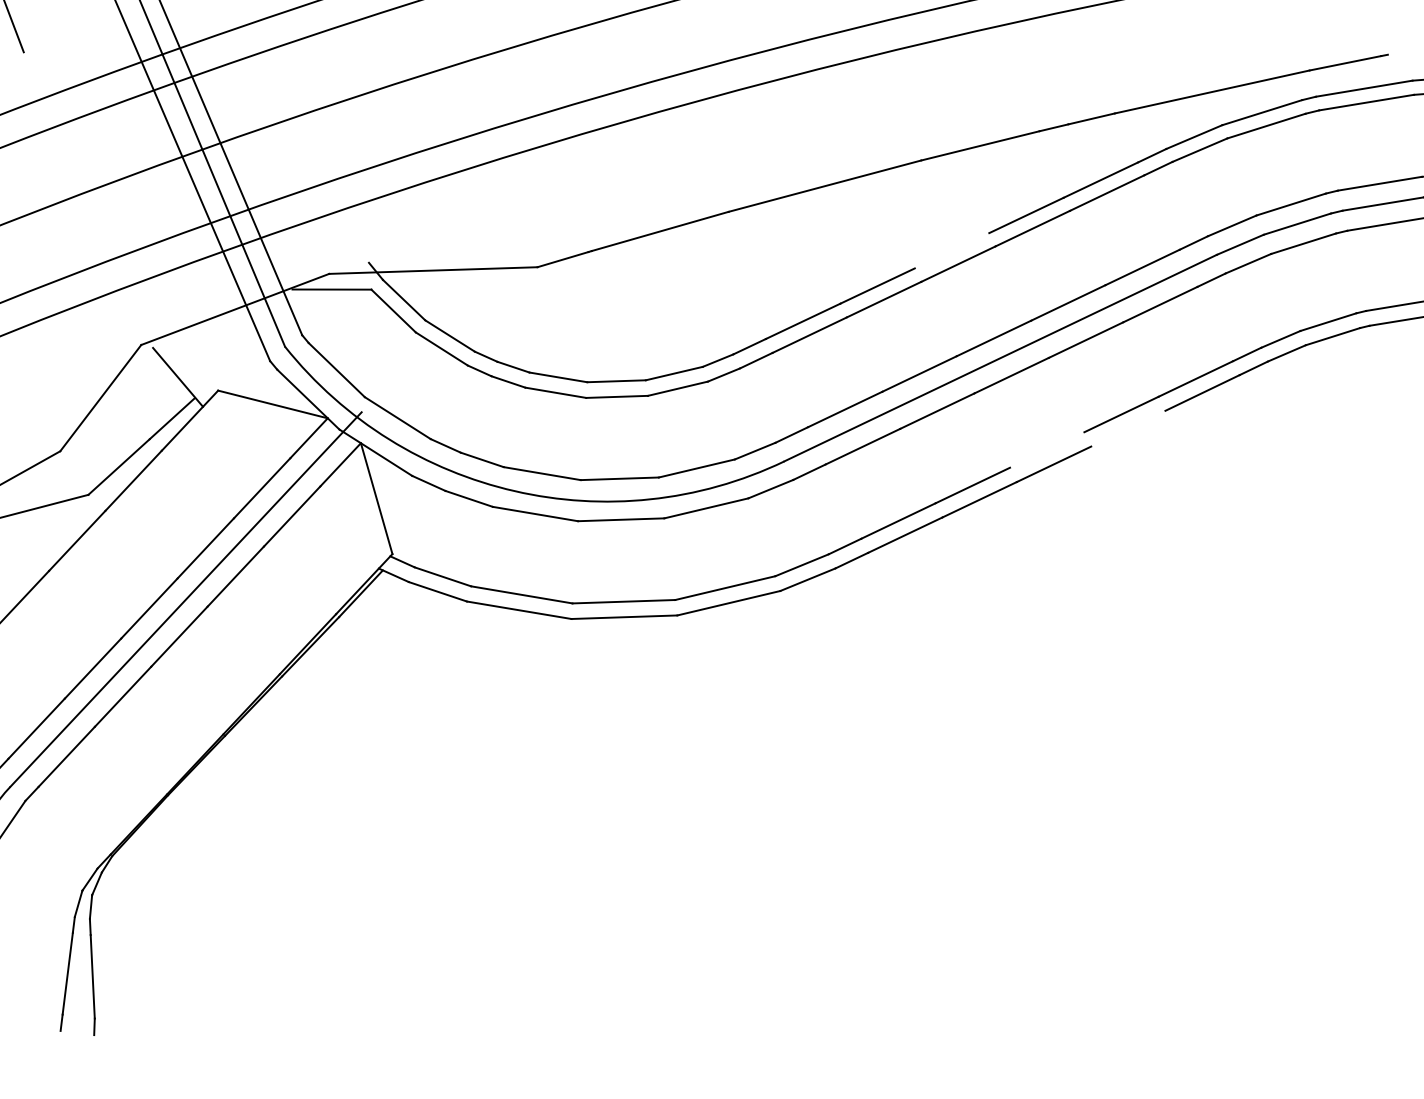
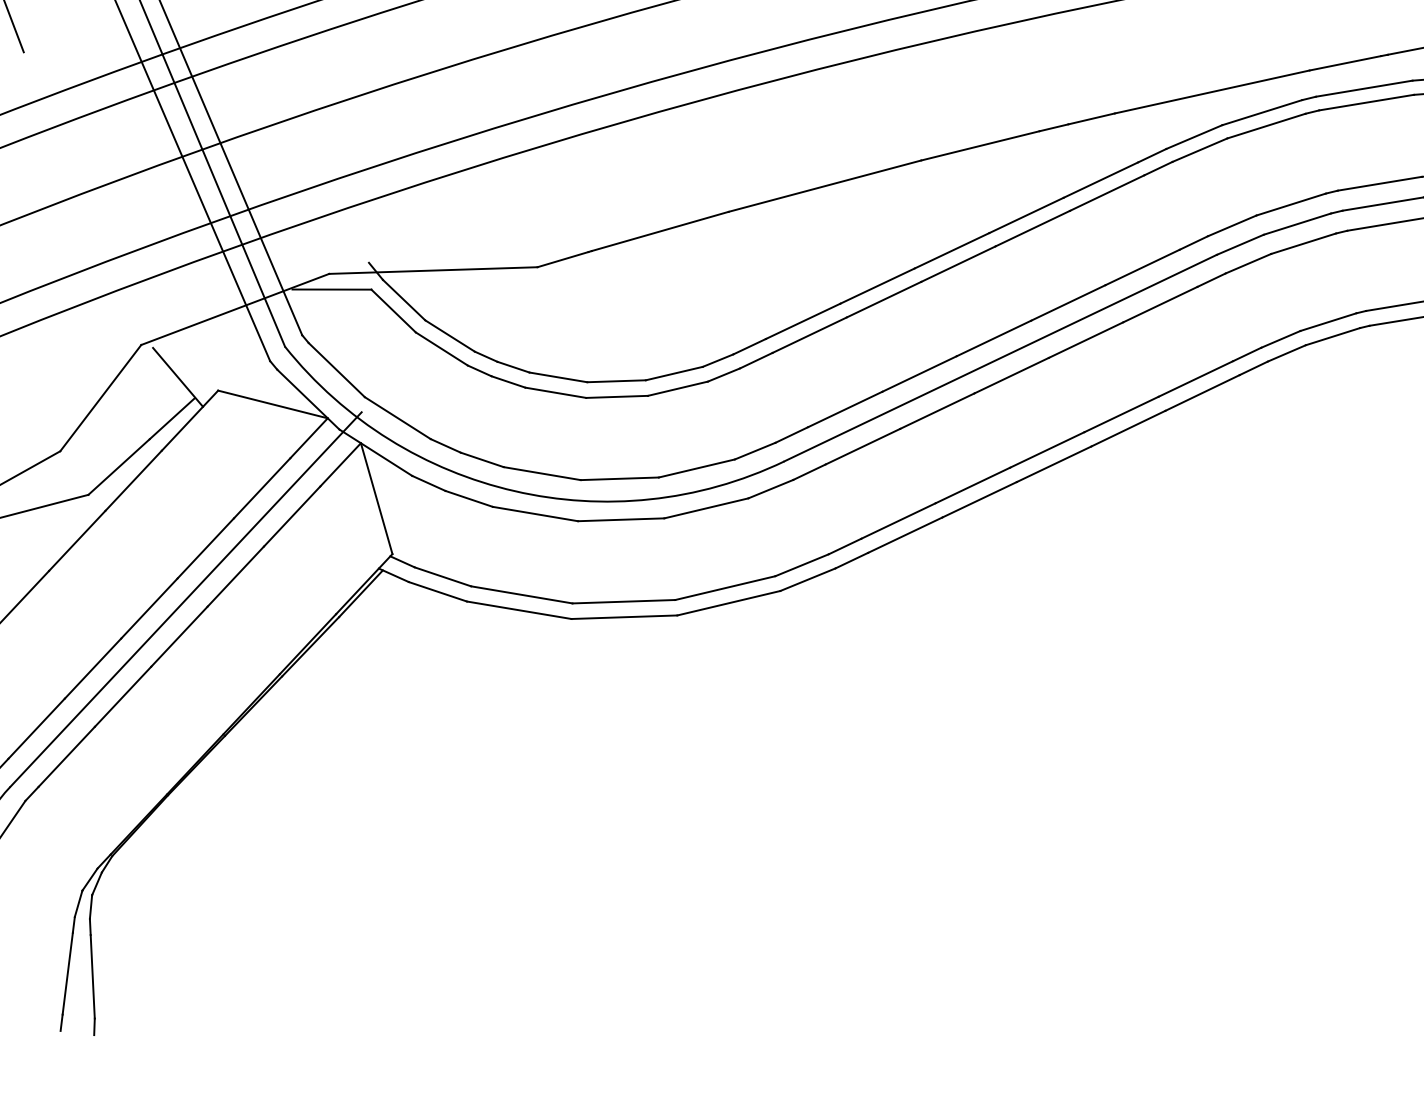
line at (1403, 51): none -> present
line at (951, 250): none -> present
line at (1128, 428): none -> present
line at (1047, 449): none -> present
